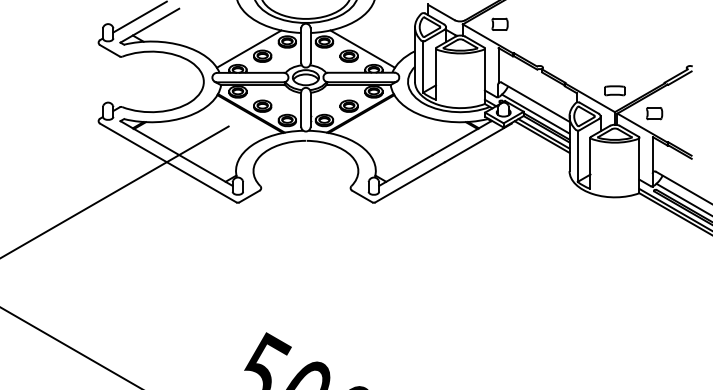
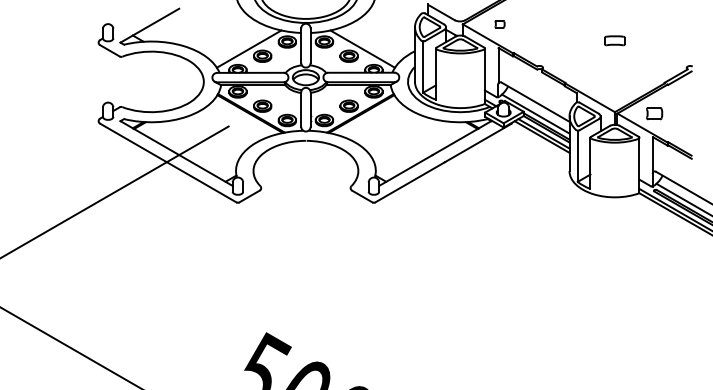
line at (139, 17): present -> none
part at (499, 23) size: 18x14 px -> 12x9 px
part at (614, 90) position: (614, 90) -> (614, 40)
